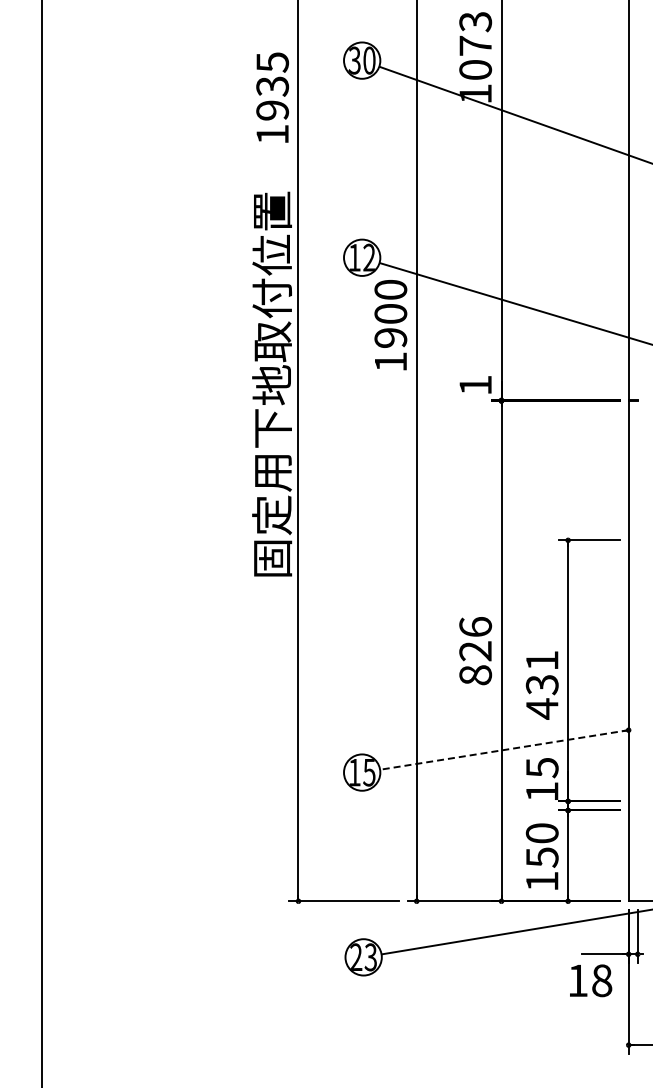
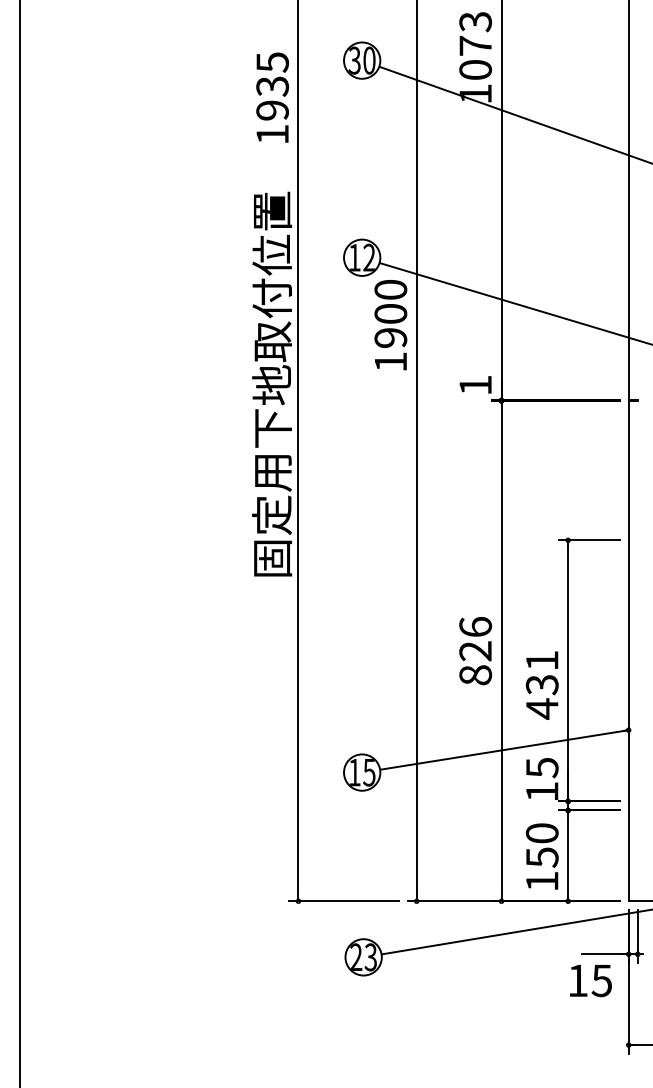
line at (41, 543) position: (41, 543) -> (19, 543)
line at (504, 749): dashed -> solid
text at (601, 980): 18 -> 15
